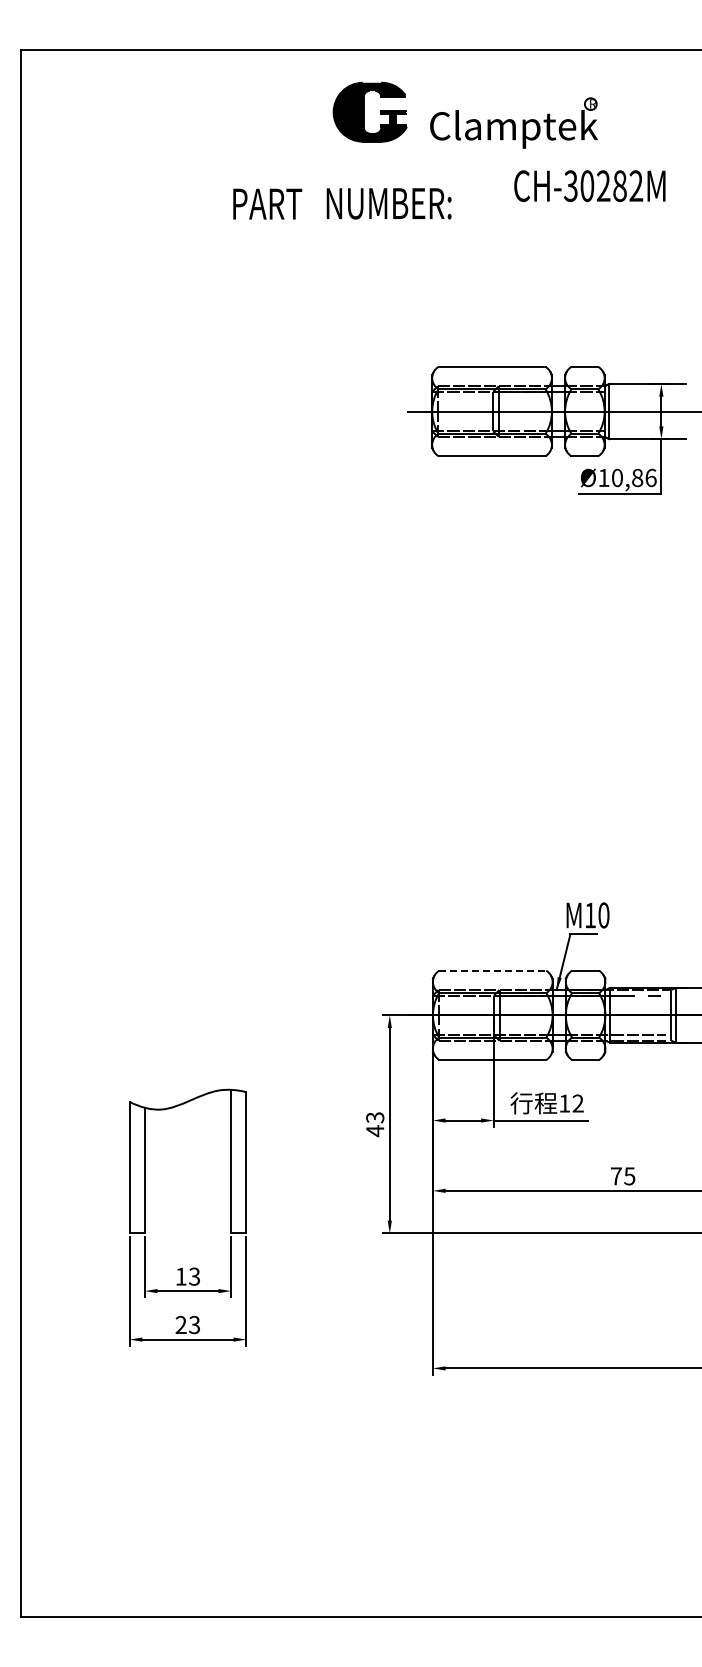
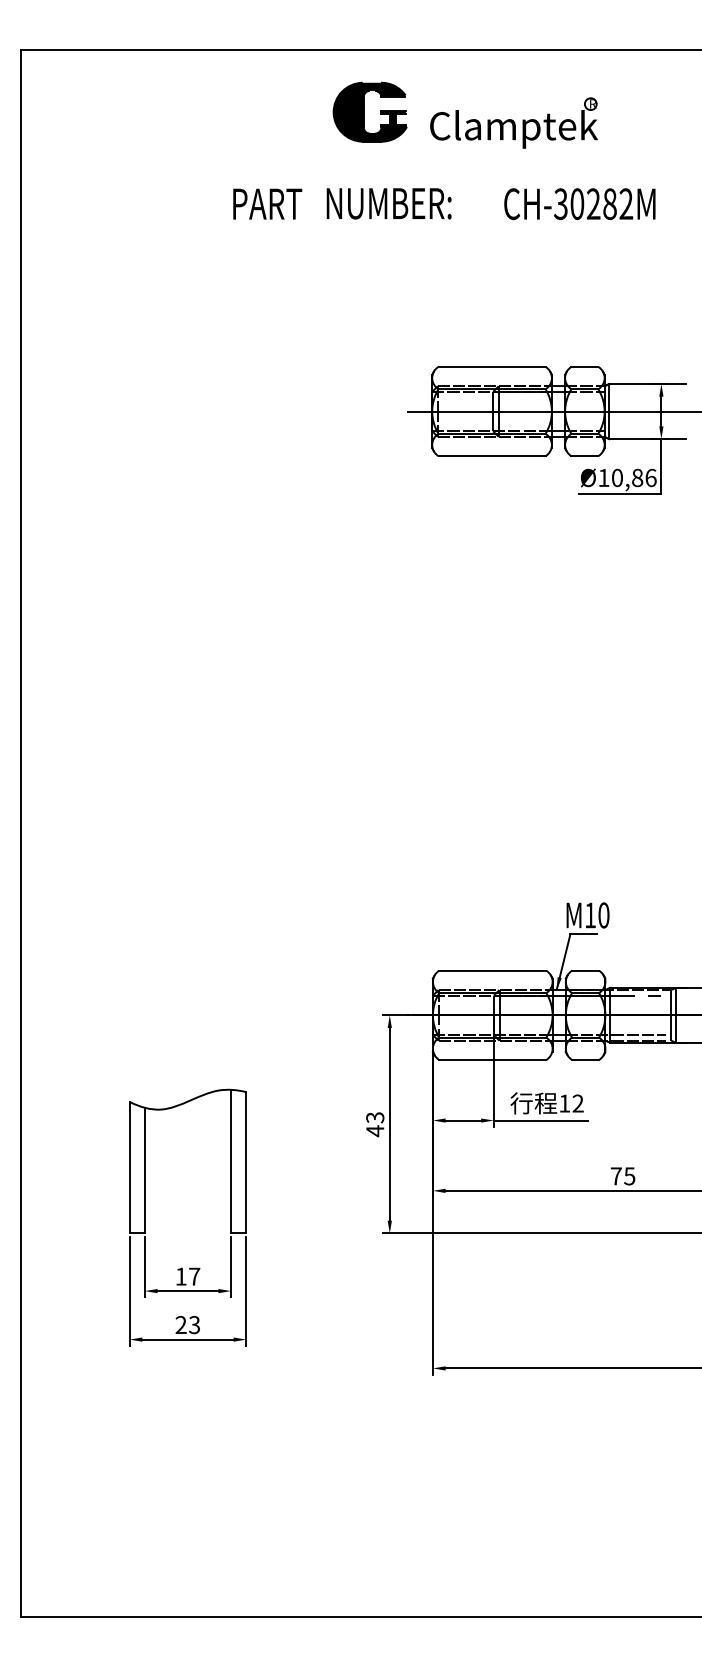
text at (589, 185) position: (589, 185) -> (579, 203)
line at (492, 970): dashed -> solid
text at (194, 1276): 13 -> 17
